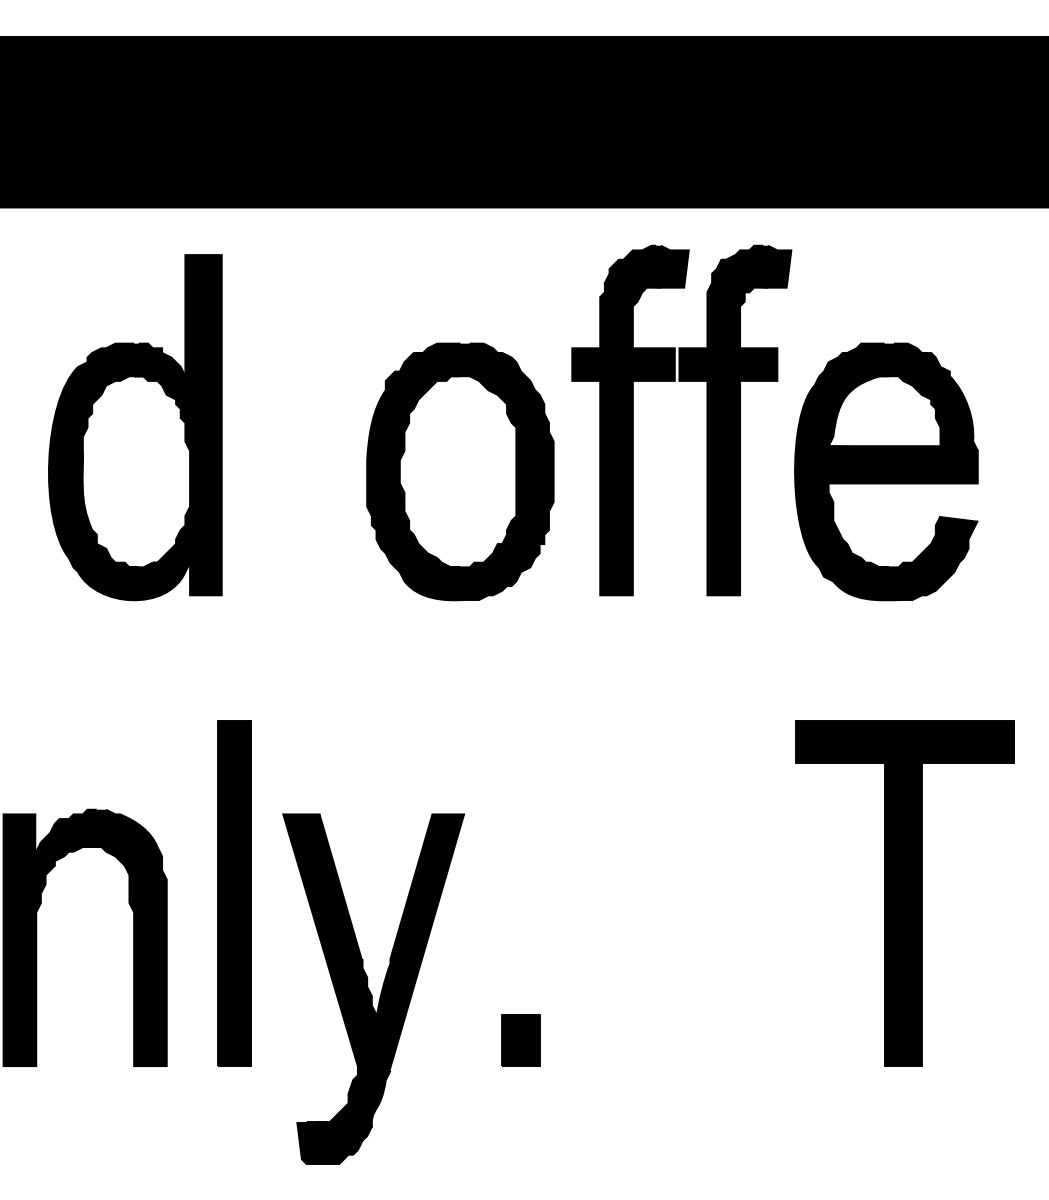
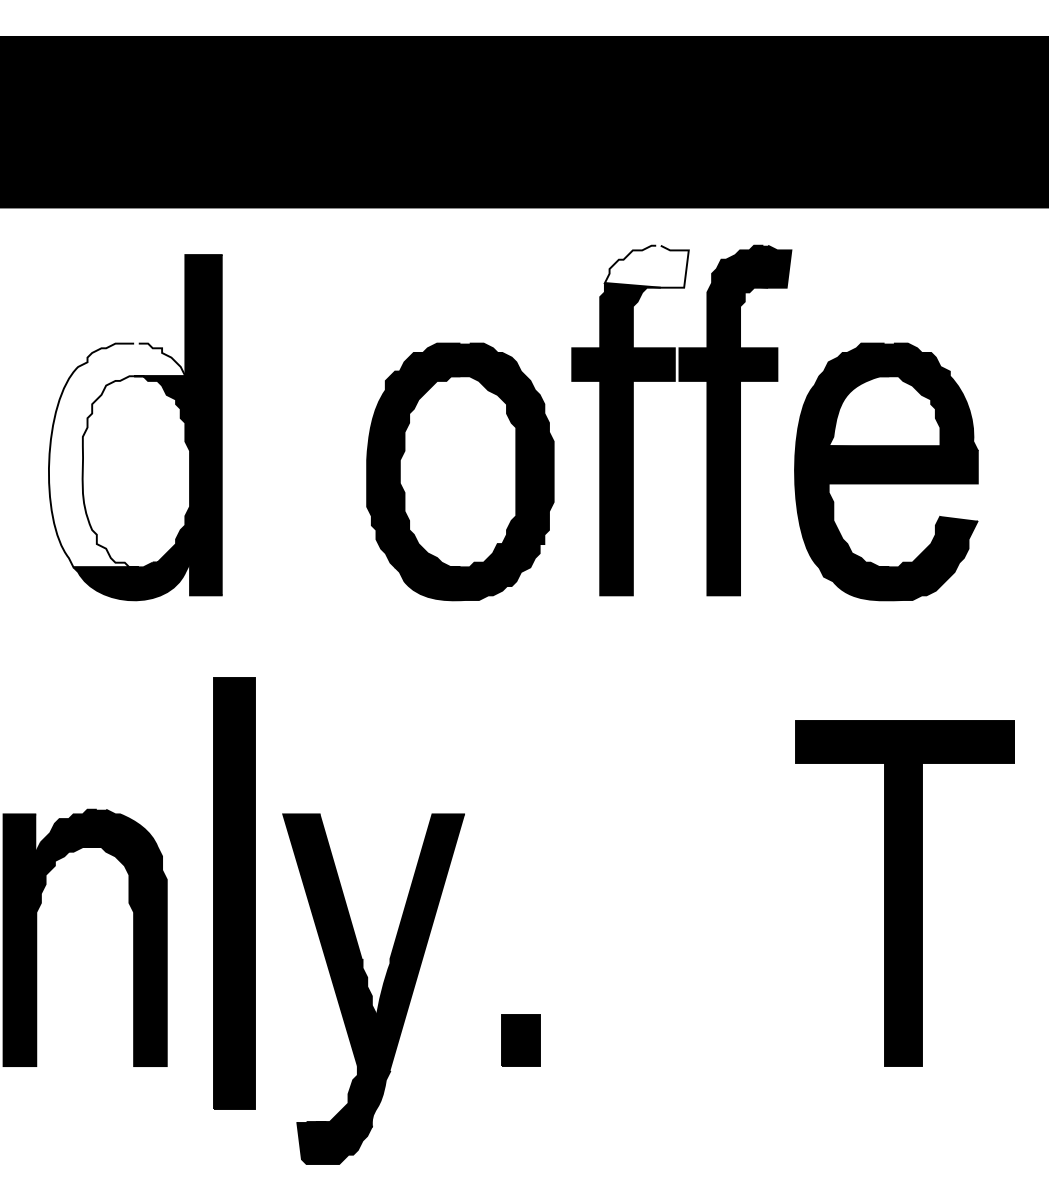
fill at (646, 266): present -> none
fill at (116, 455): present -> none
part at (234, 893) size: 35x347 px -> 43x433 px
